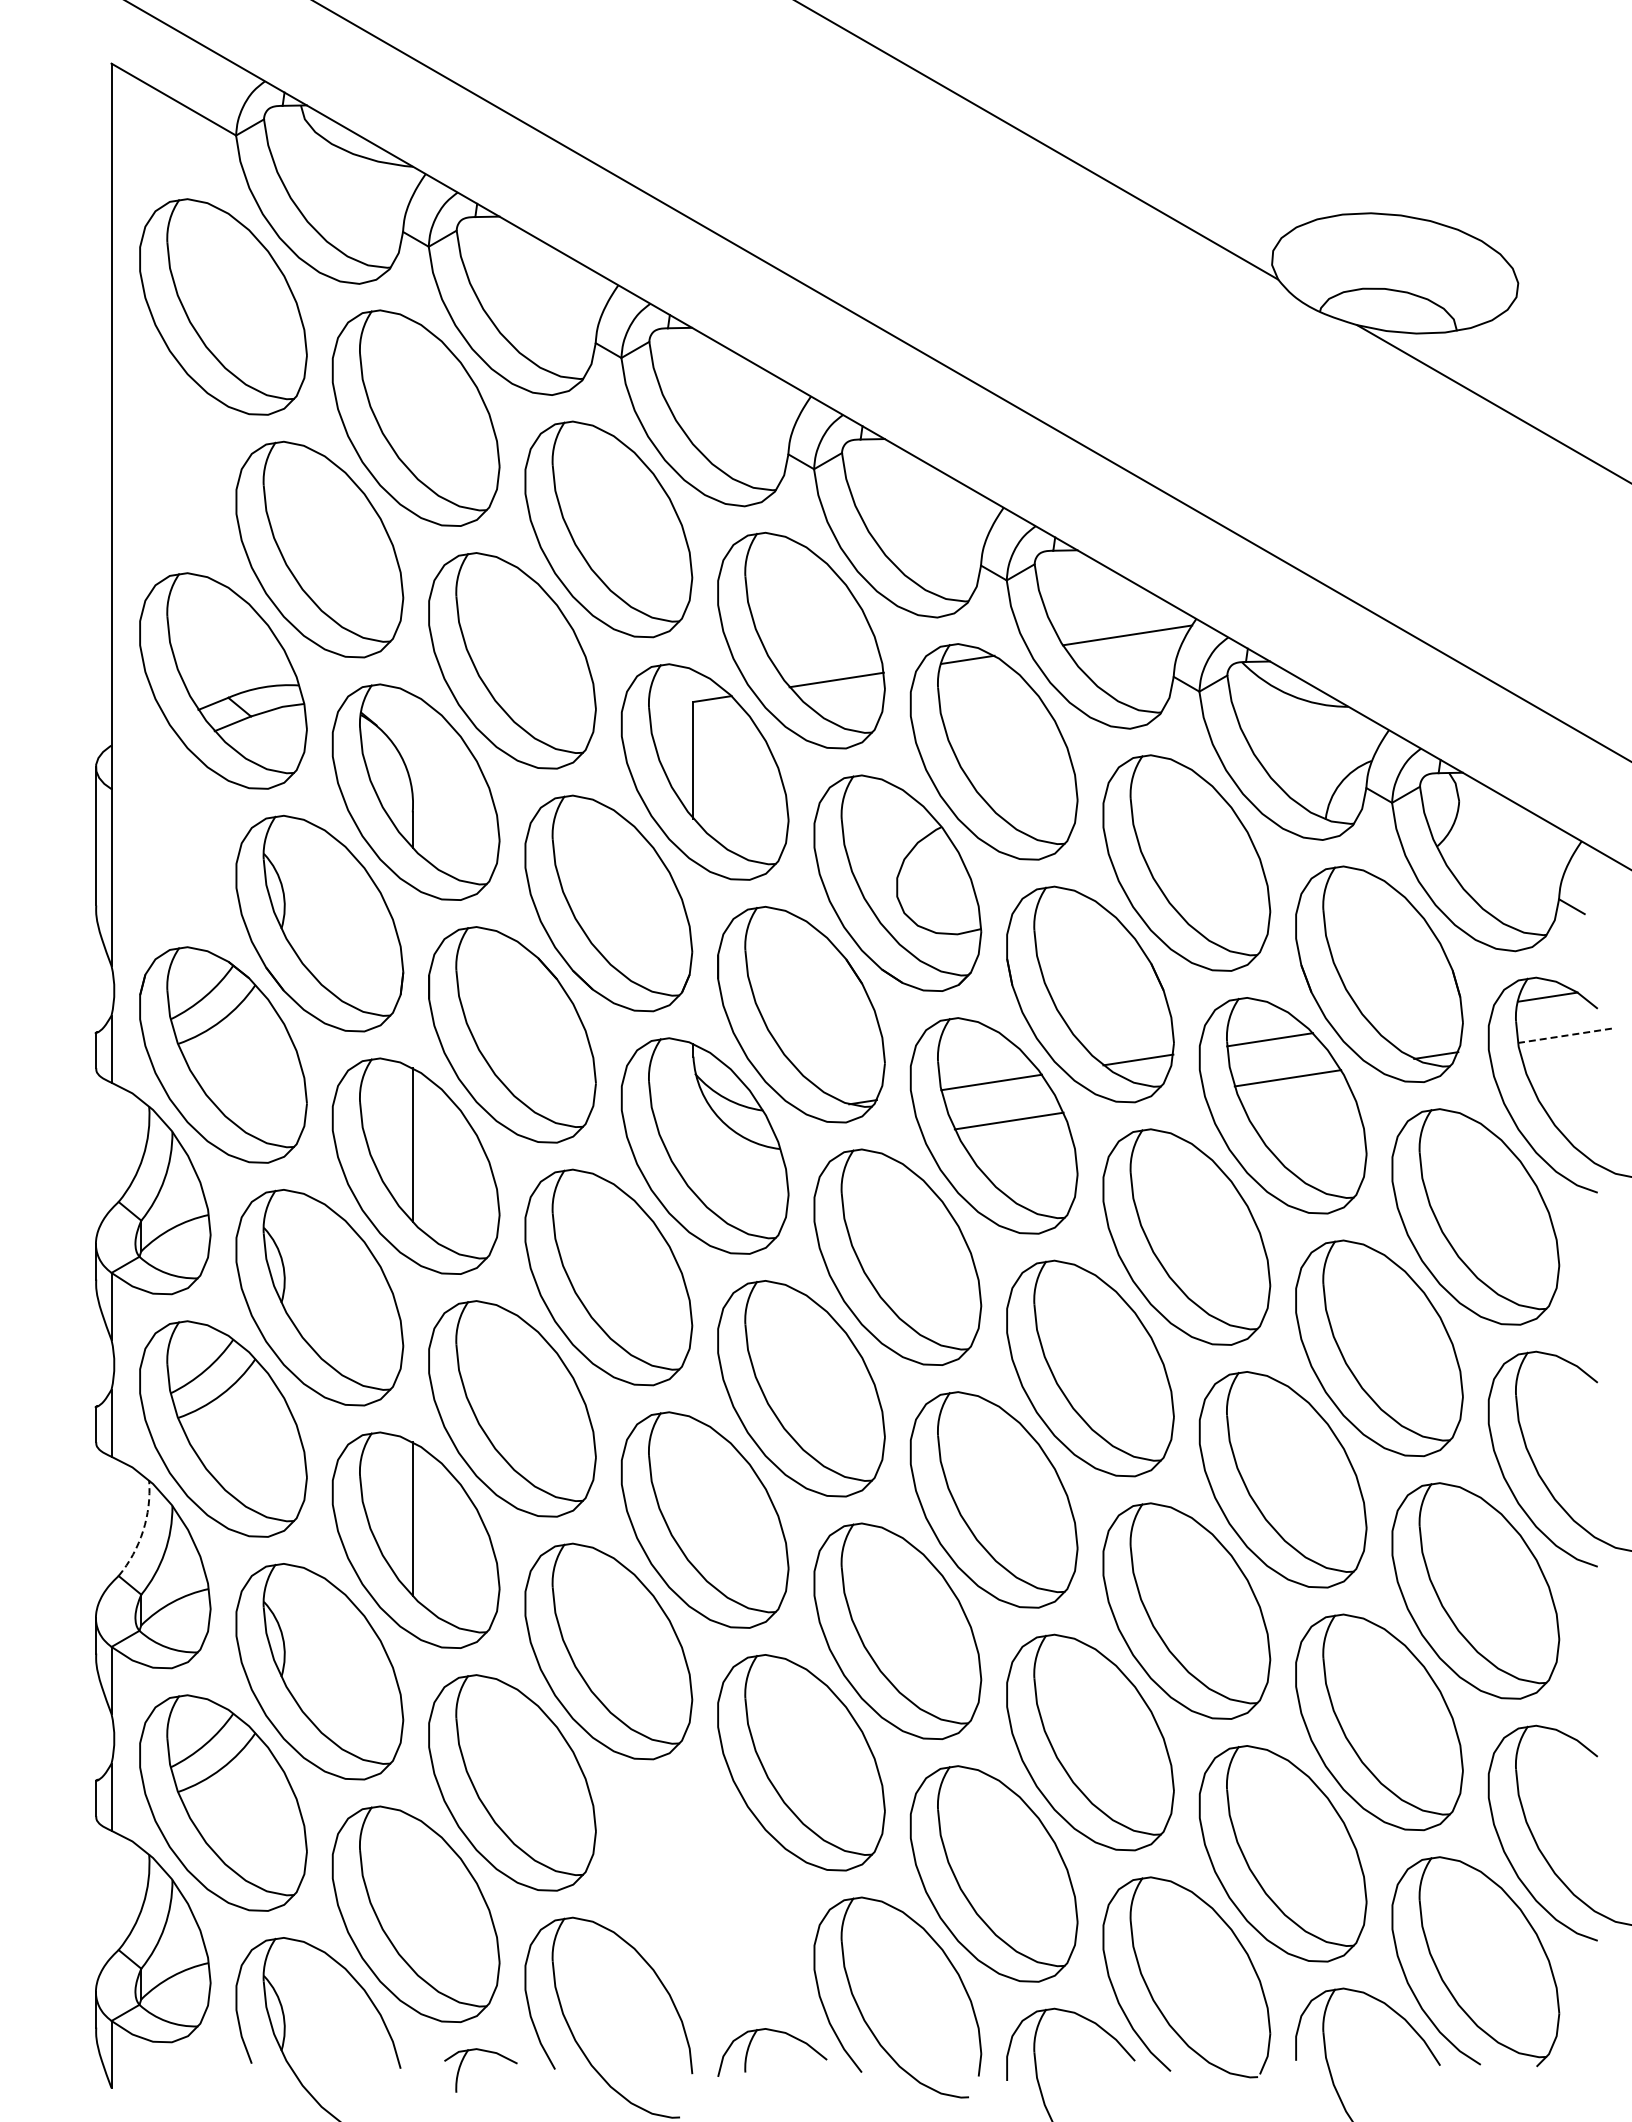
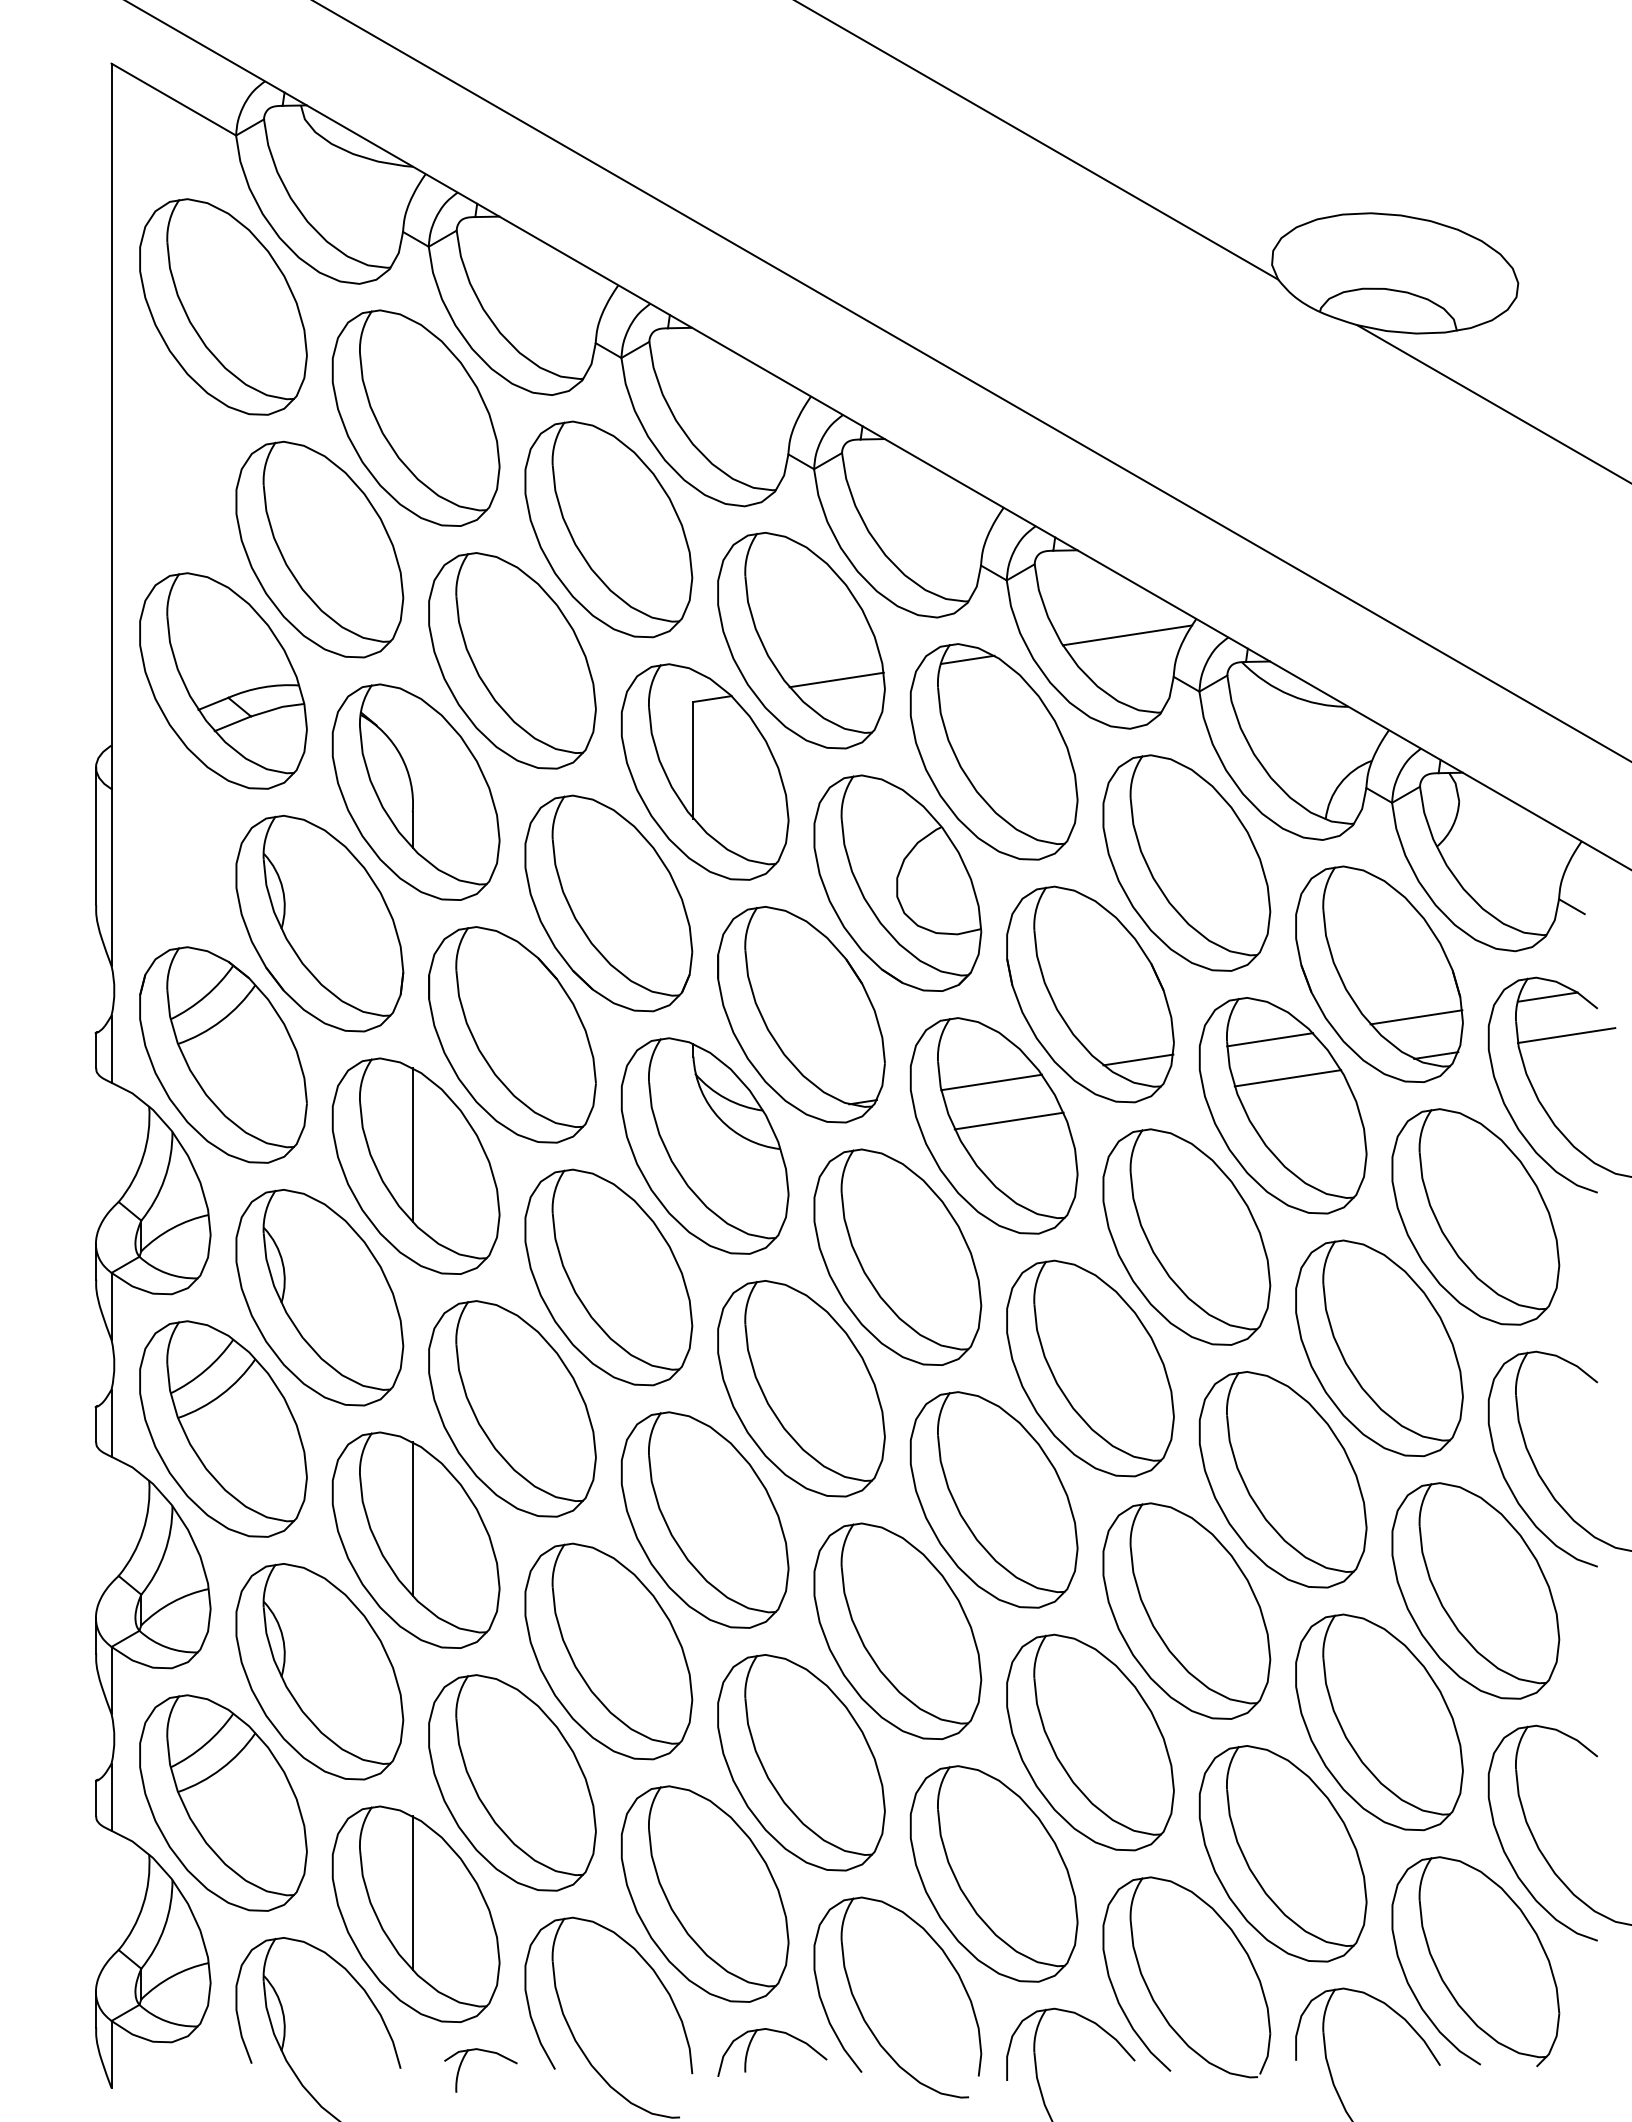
line at (1416, 1017): none -> present
line at (1567, 1035): dashed -> solid
arc at (143, 1531): dashed -> solid
line at (412, 1893): none -> present
part at (704, 1893): none -> present
